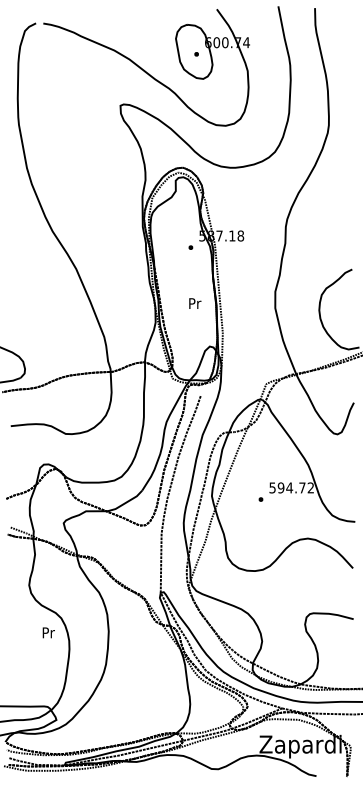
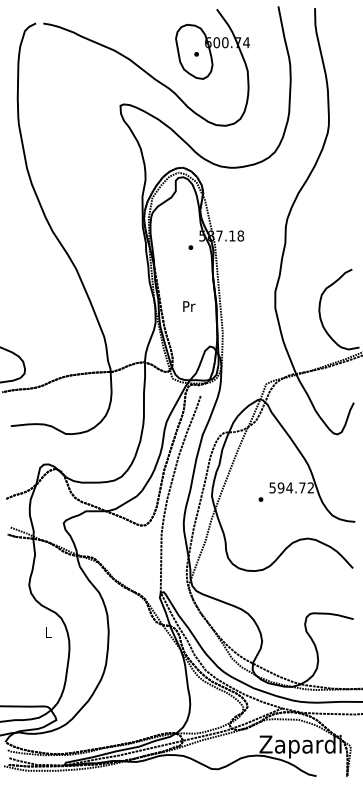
text at (195, 303) position: (195, 303) -> (189, 306)
text at (48, 632): Pr -> L
